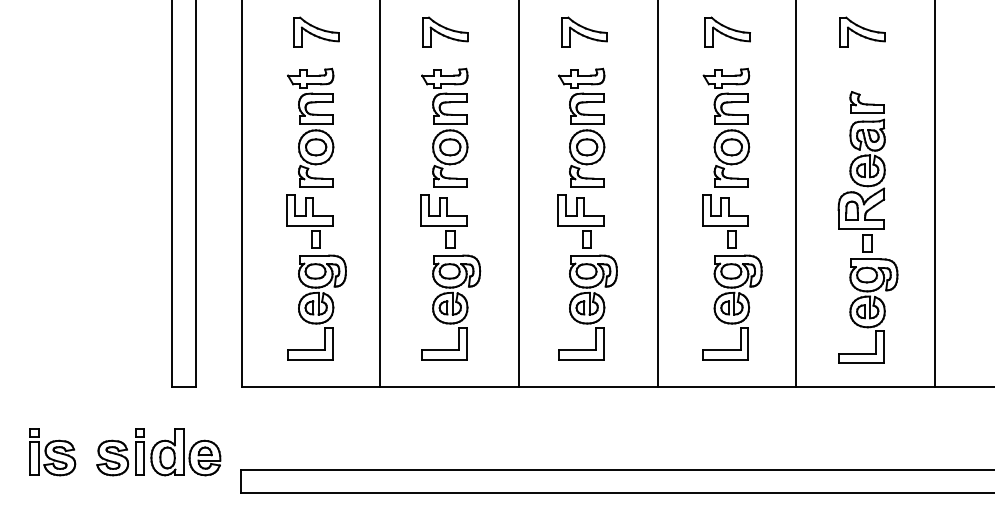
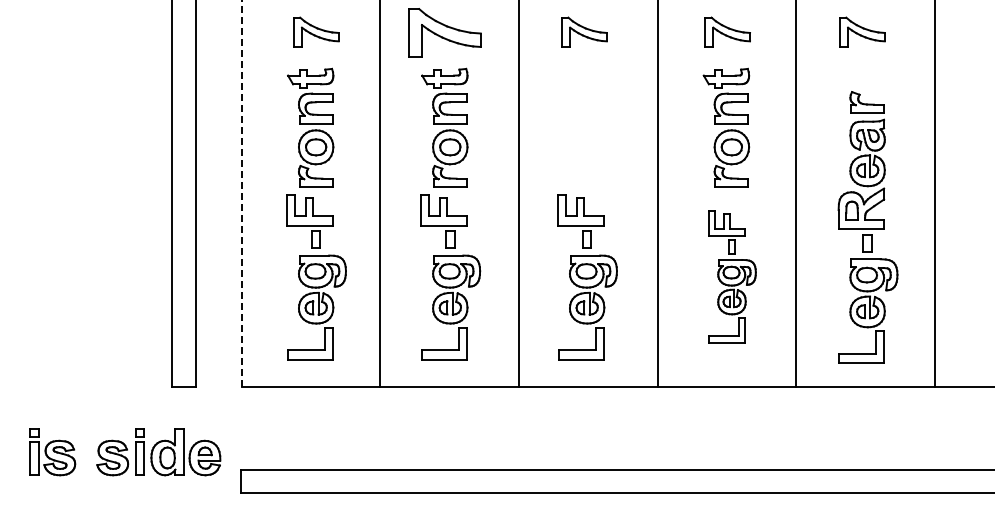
part at (445, 31) size: 47x32 px -> 74x50 px
part at (581, 127): present -> none
line at (241, 193): solid -> dashed
part at (732, 277) size: 61x167 px -> 49x134 px
